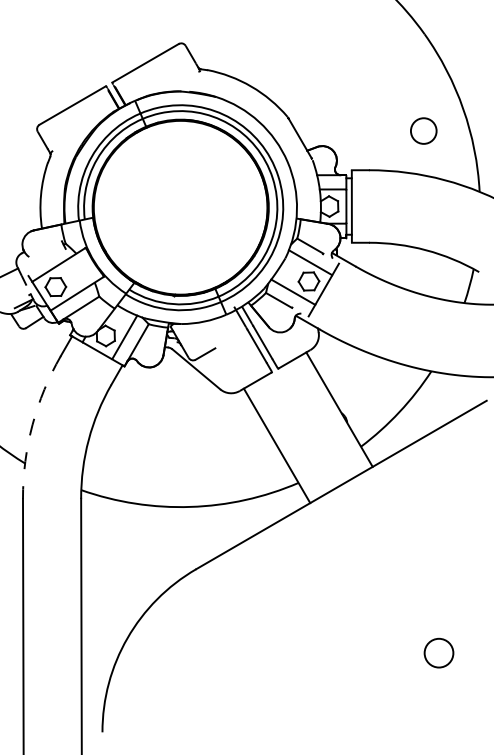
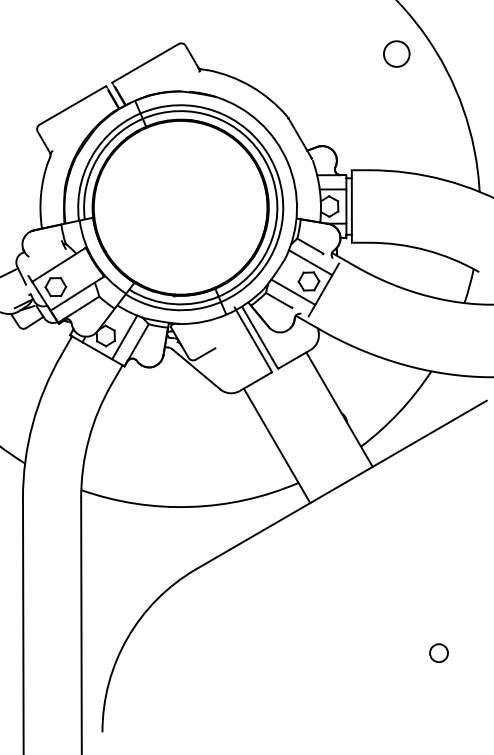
circle at (423, 130) position: (423, 130) -> (396, 53)
arc at (32, 424): dashed -> solid
circle at (438, 652) diameter: 29 px -> 18 px
